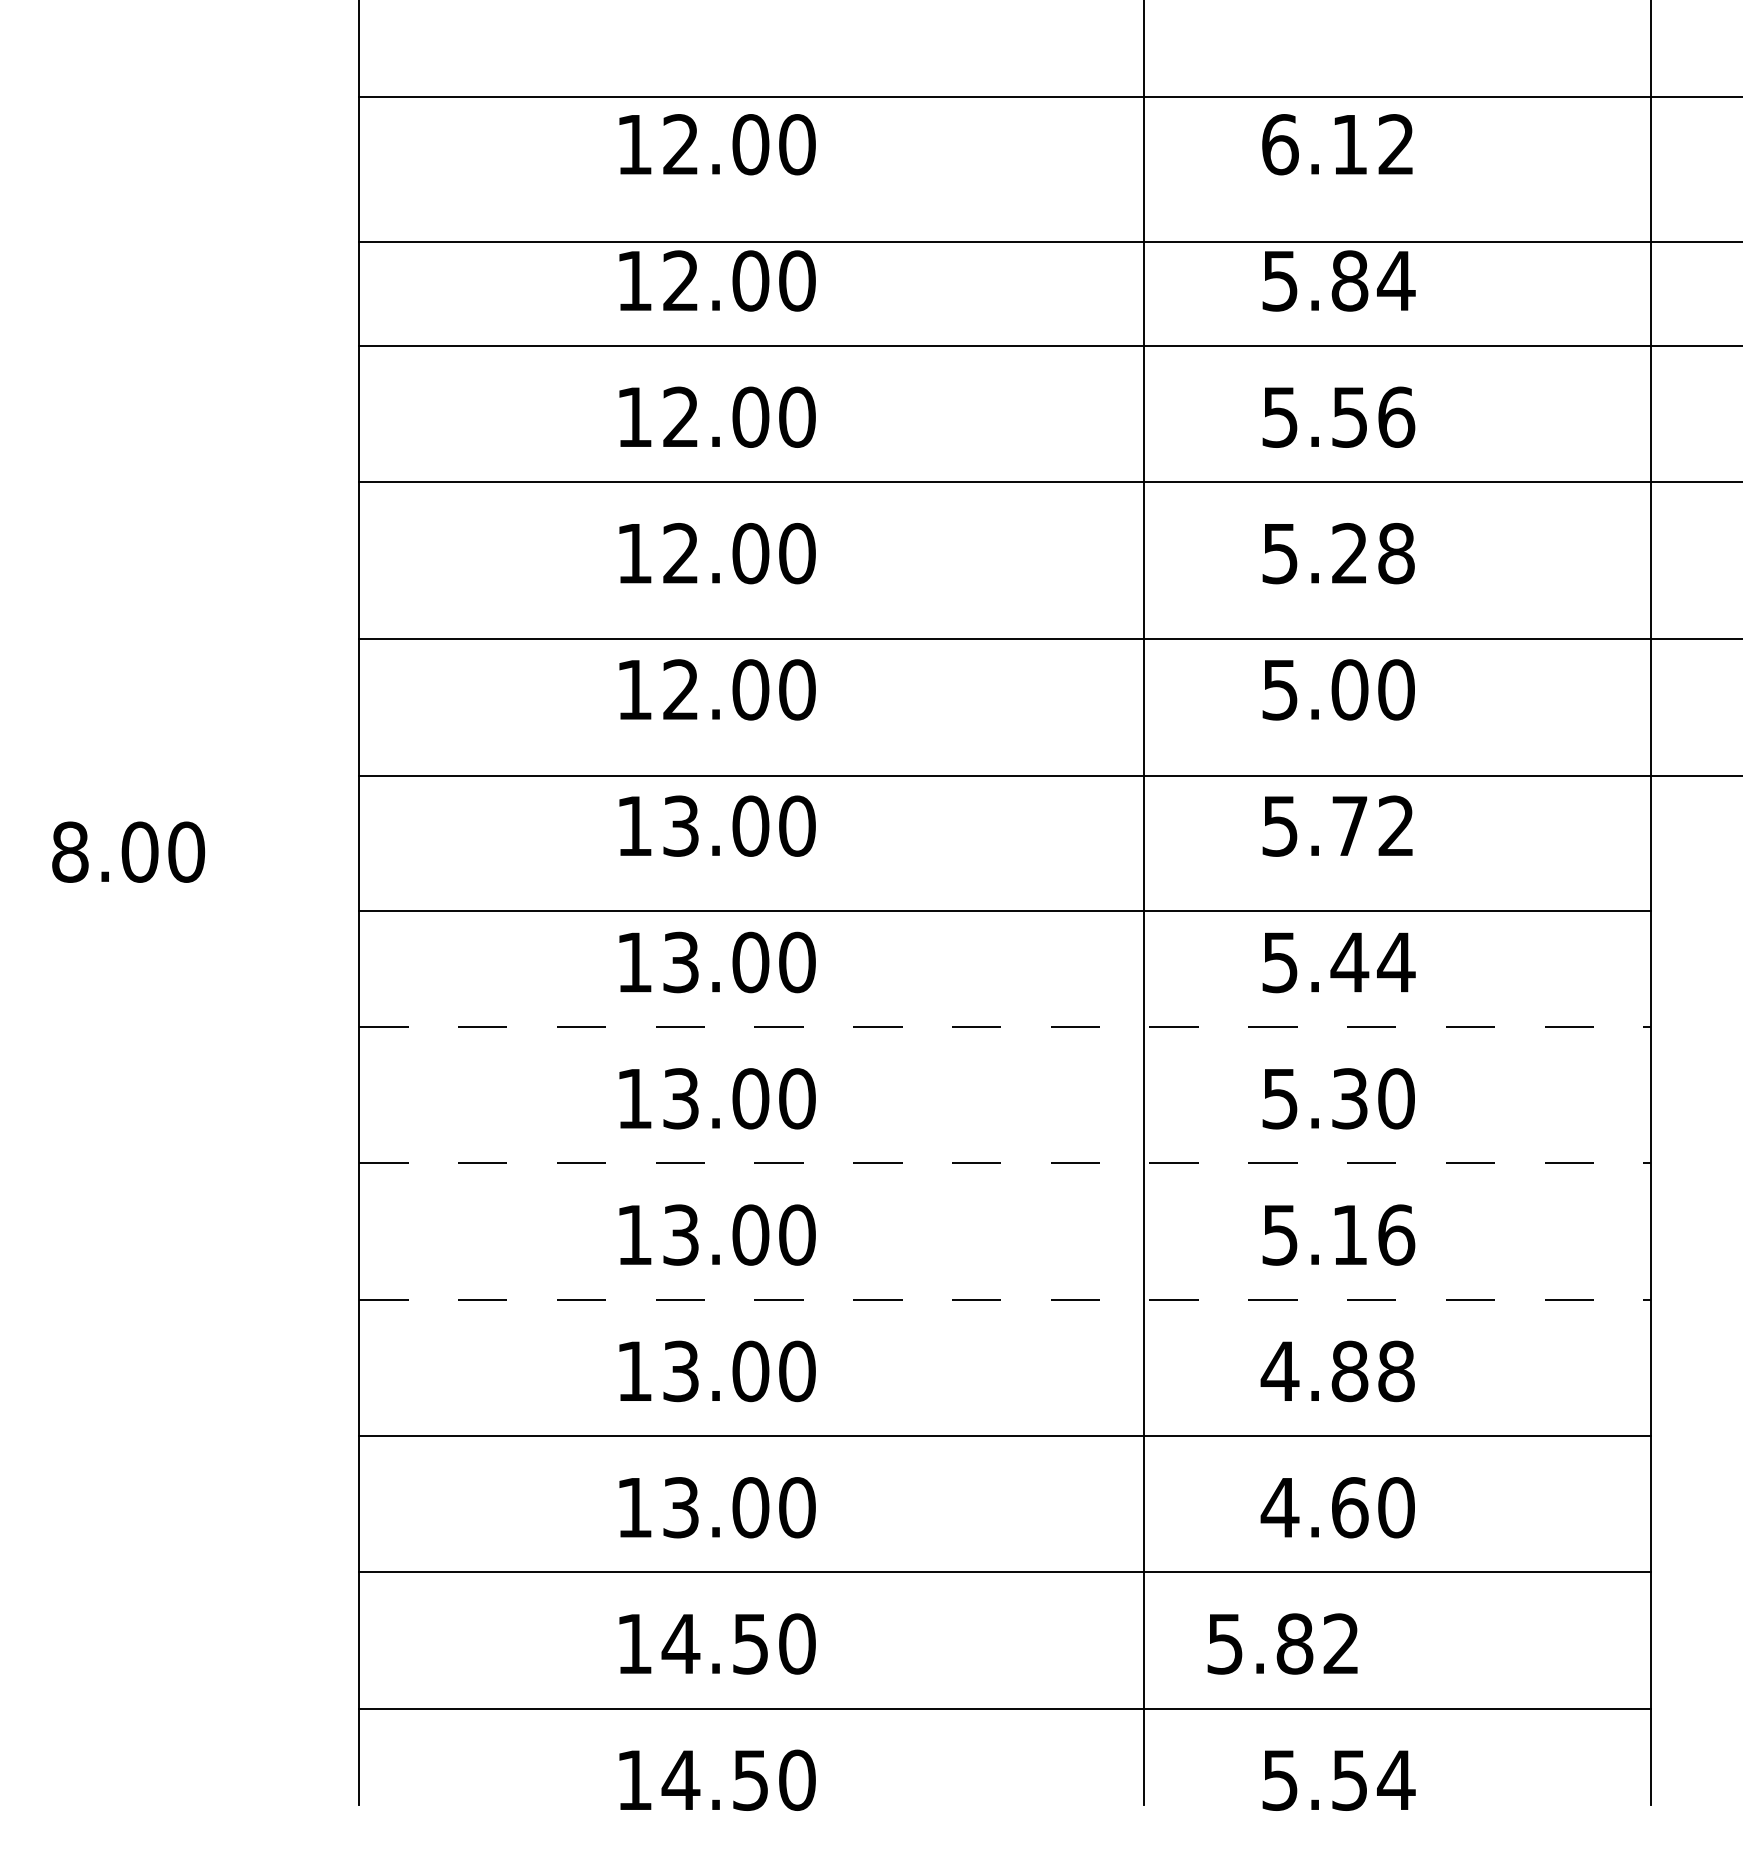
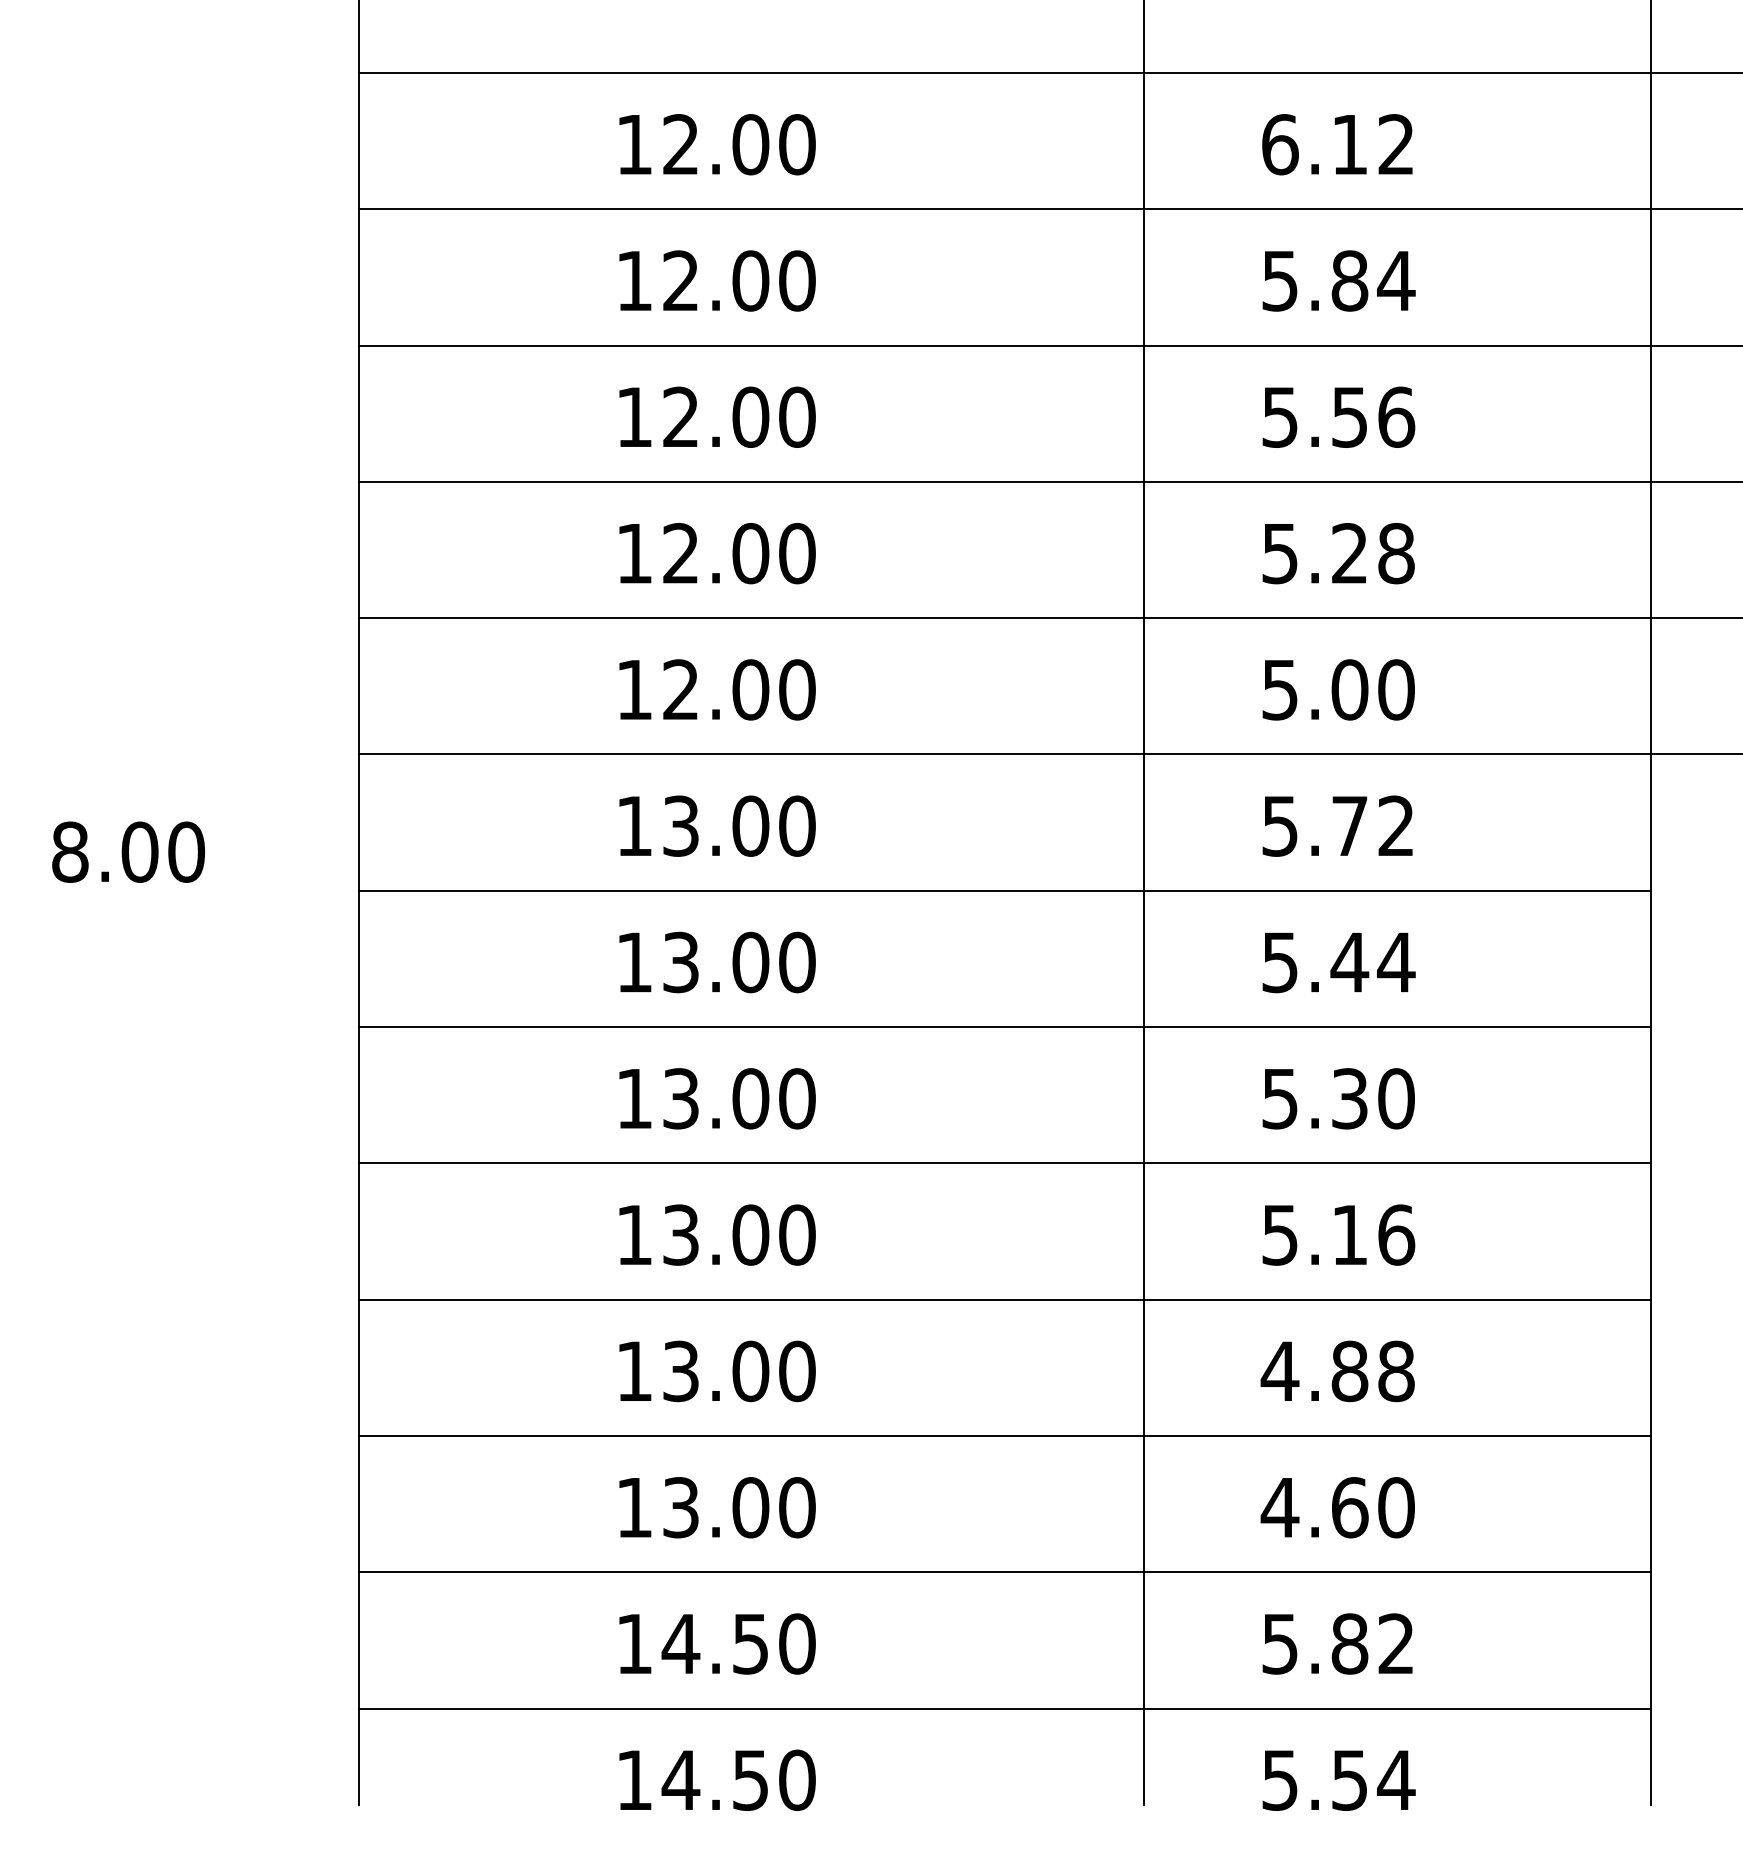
line at (1049, 96) position: (1049, 96) -> (1049, 72)
line at (1049, 242) position: (1049, 242) -> (1049, 209)
line at (1049, 639) position: (1049, 639) -> (1049, 618)
line at (1049, 776) position: (1049, 776) -> (1049, 754)
line at (1004, 910) position: (1004, 910) -> (1004, 890)
line at (1004, 1027): dashed -> solid
line at (1004, 1163): dashed -> solid
line at (1004, 1299): dashed -> solid
text at (1282, 1643) position: (1282, 1643) -> (1337, 1643)
